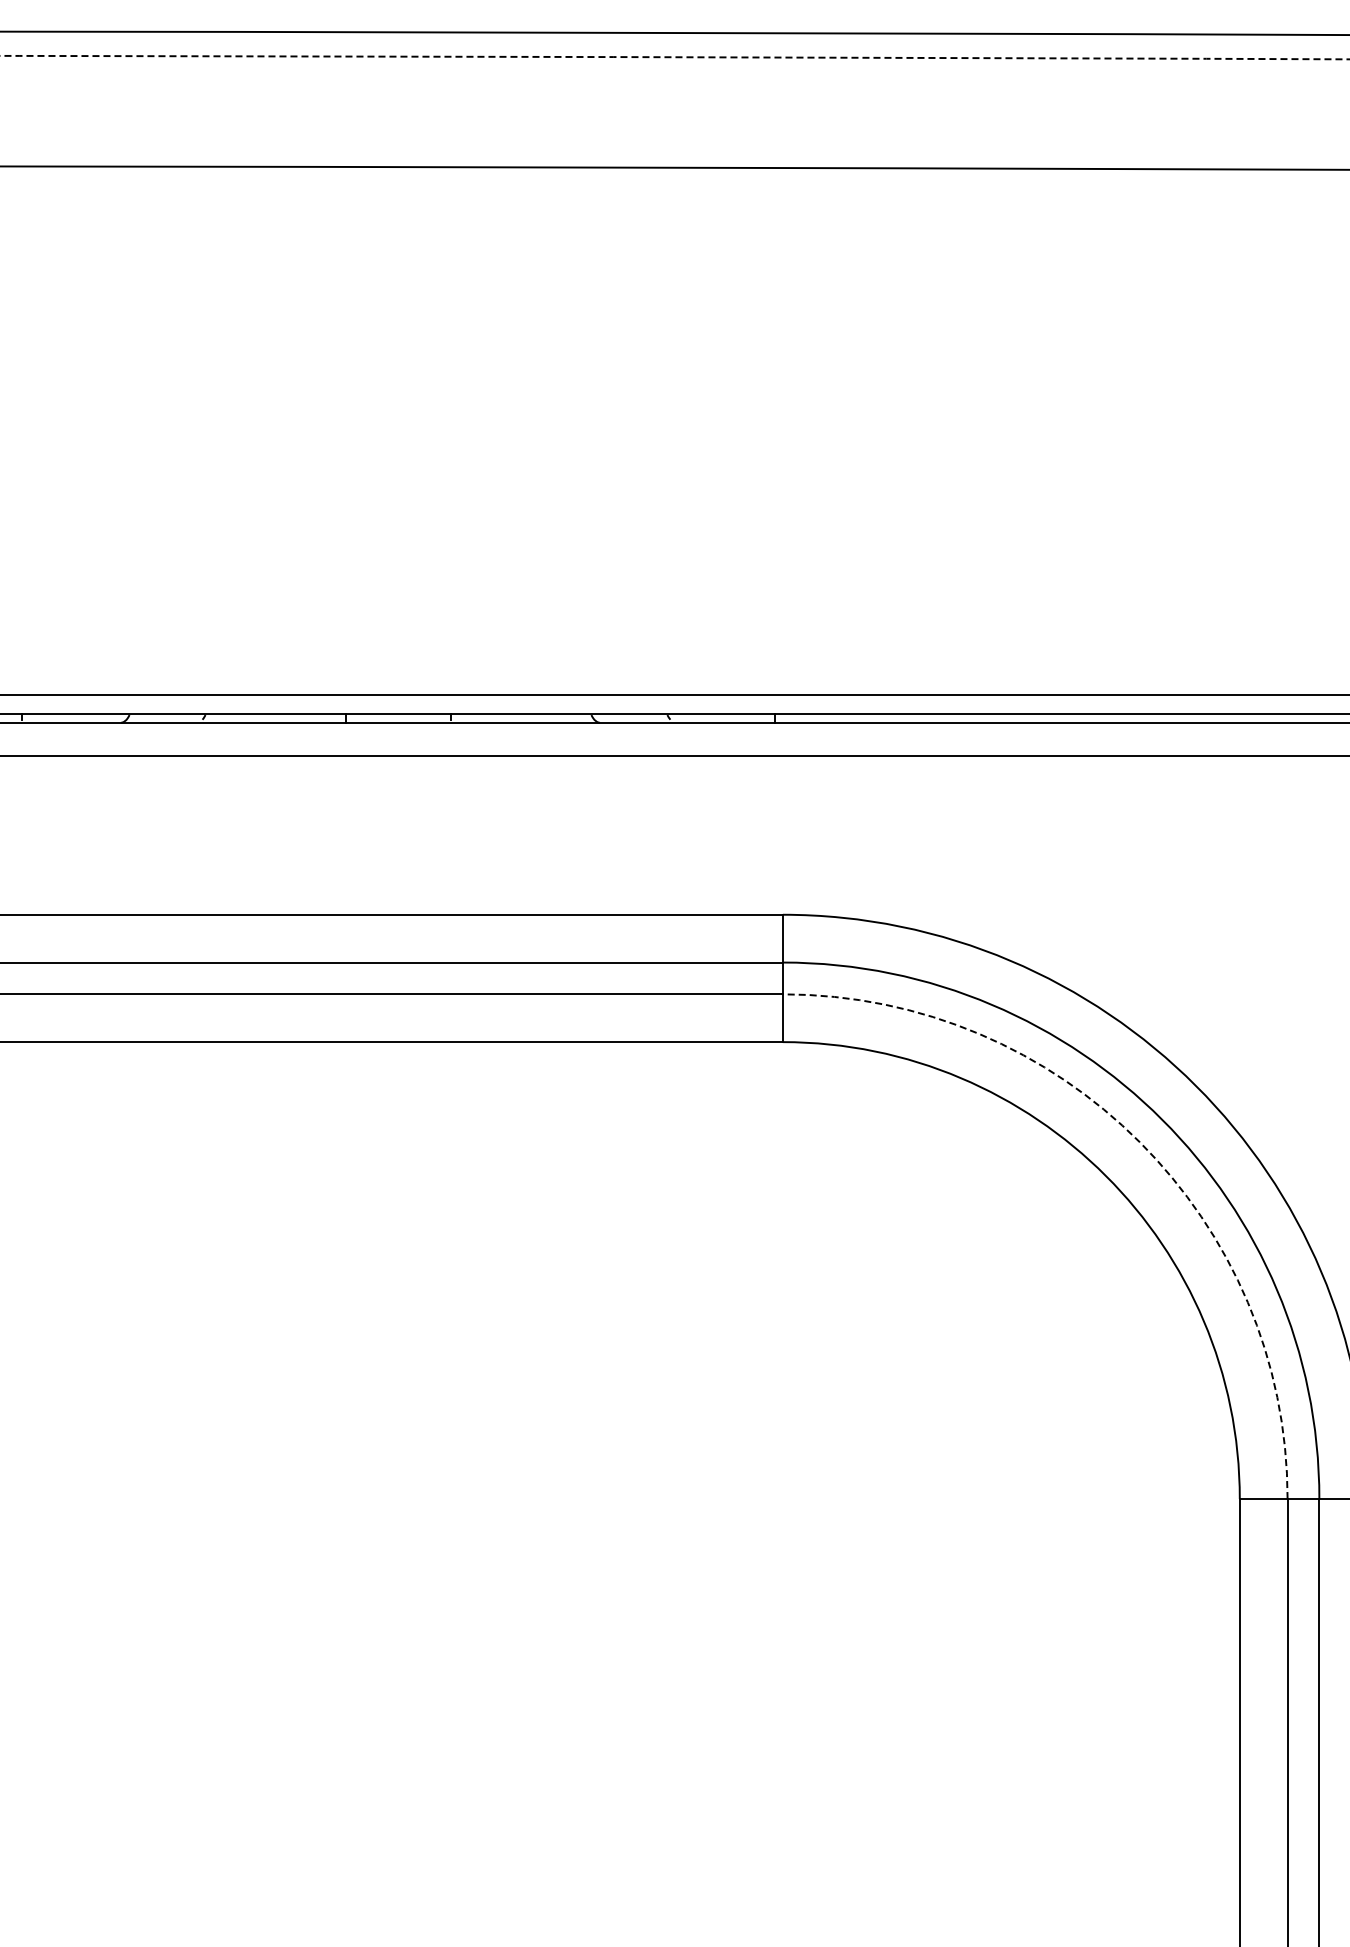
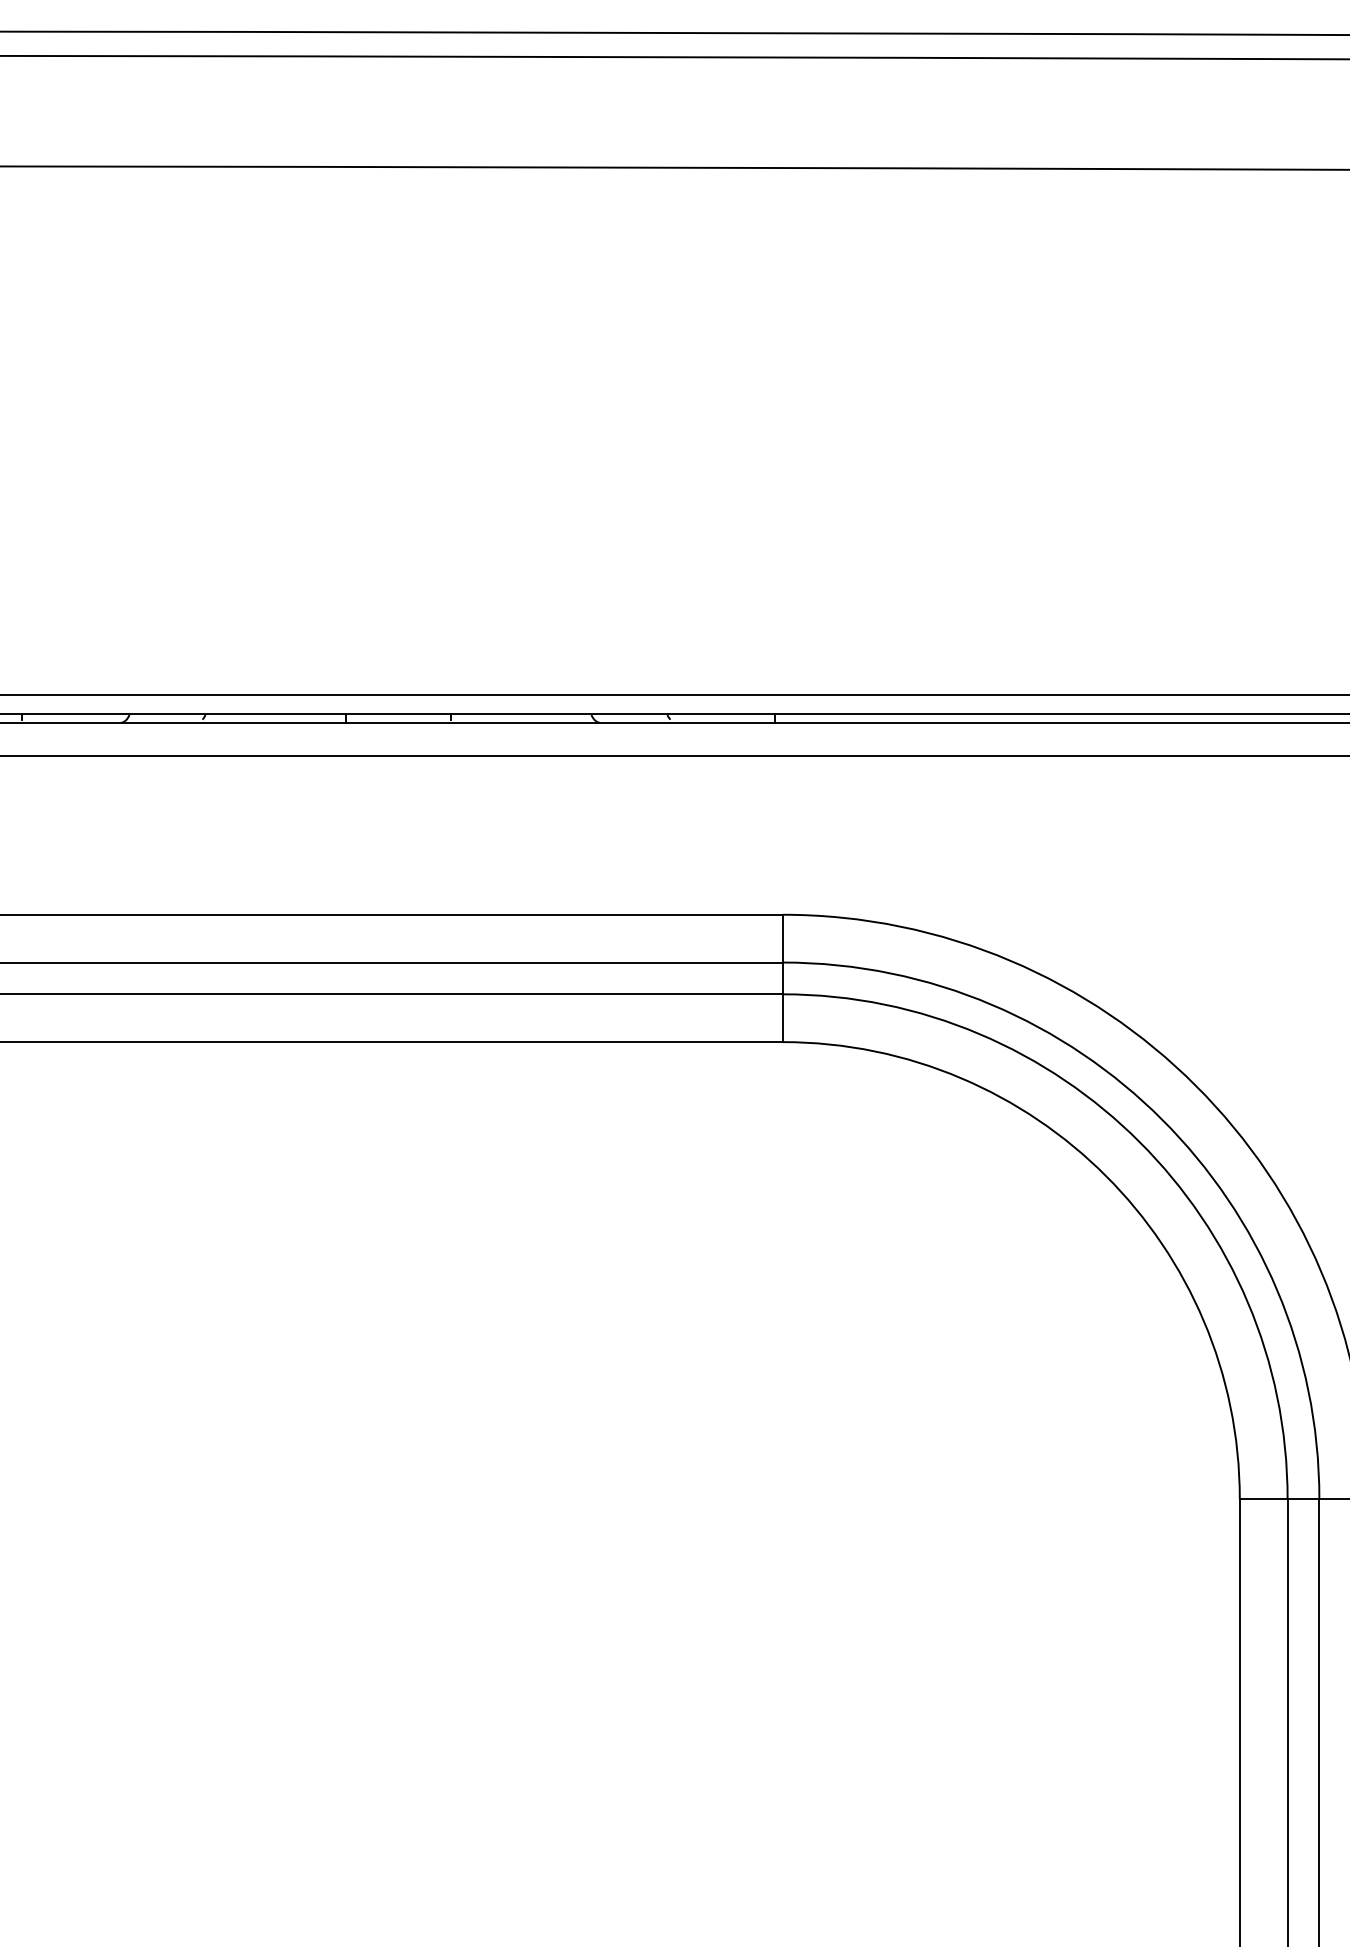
arc at (674, 57): dashed -> solid
arc at (1139, 1142): dashed -> solid
